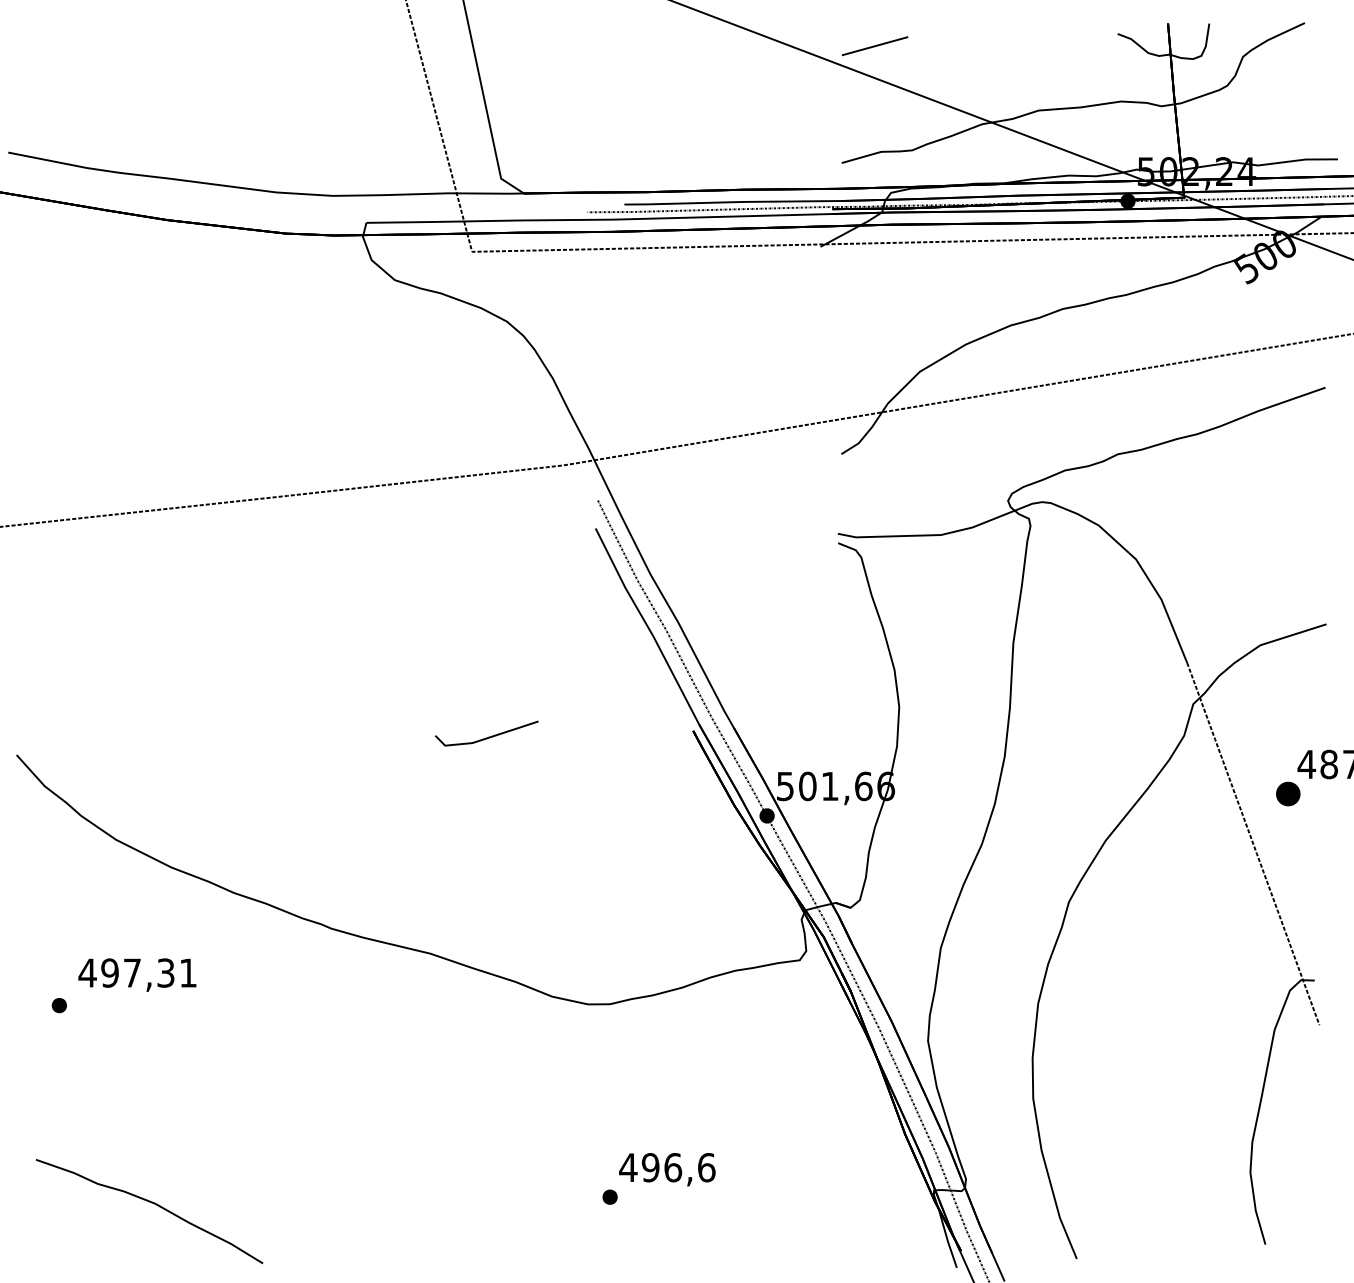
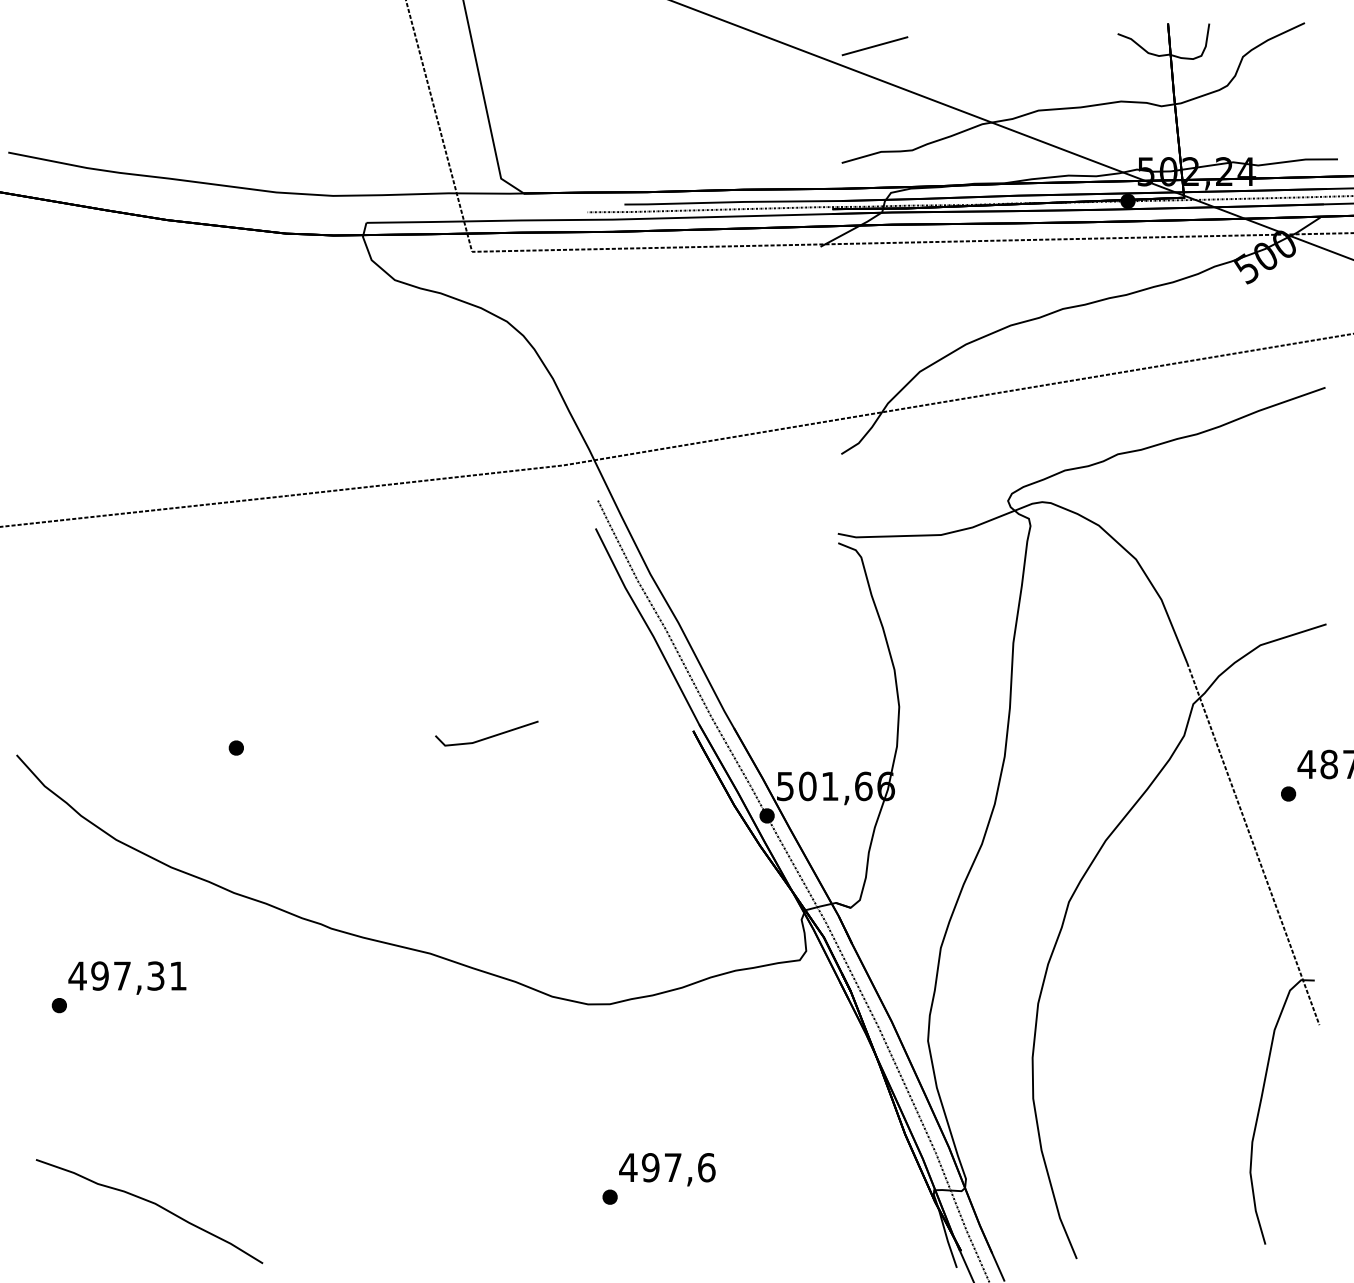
part at (235, 747): none -> present
part at (1288, 793) size: 25x26 px -> 16x16 px
text at (137, 974) position: (137, 974) -> (127, 977)
text at (673, 1167): 496,6 -> 497,6
